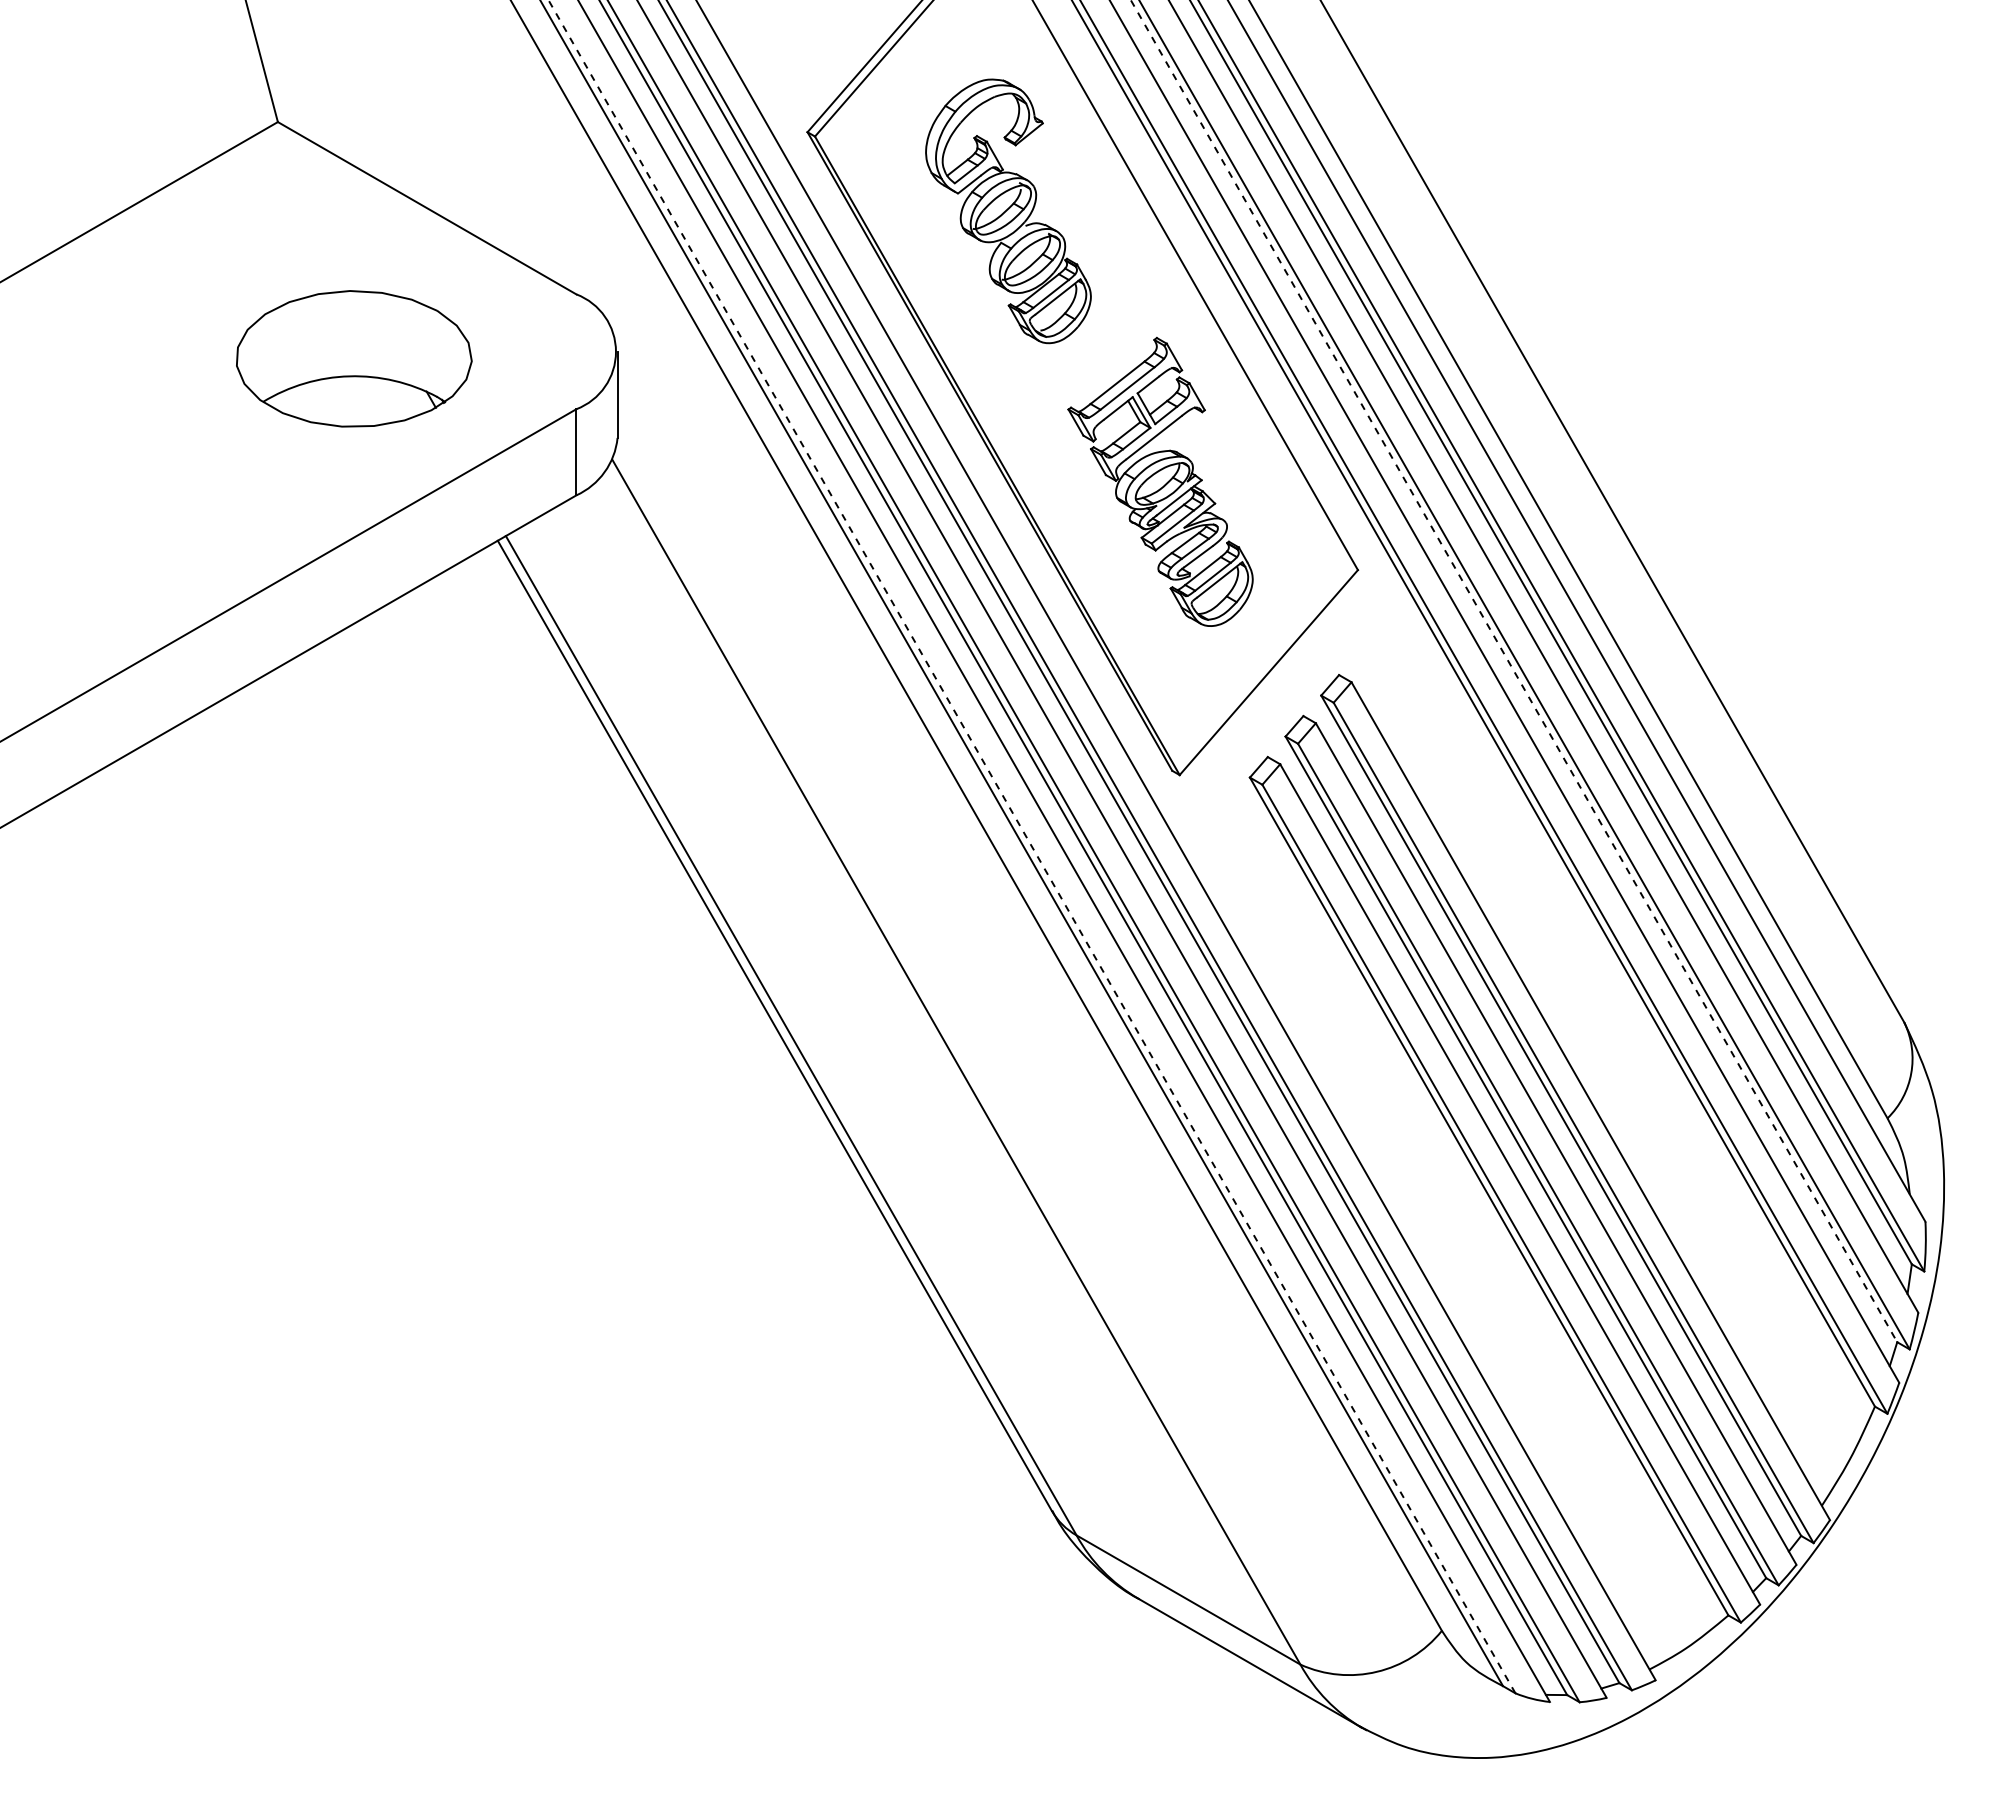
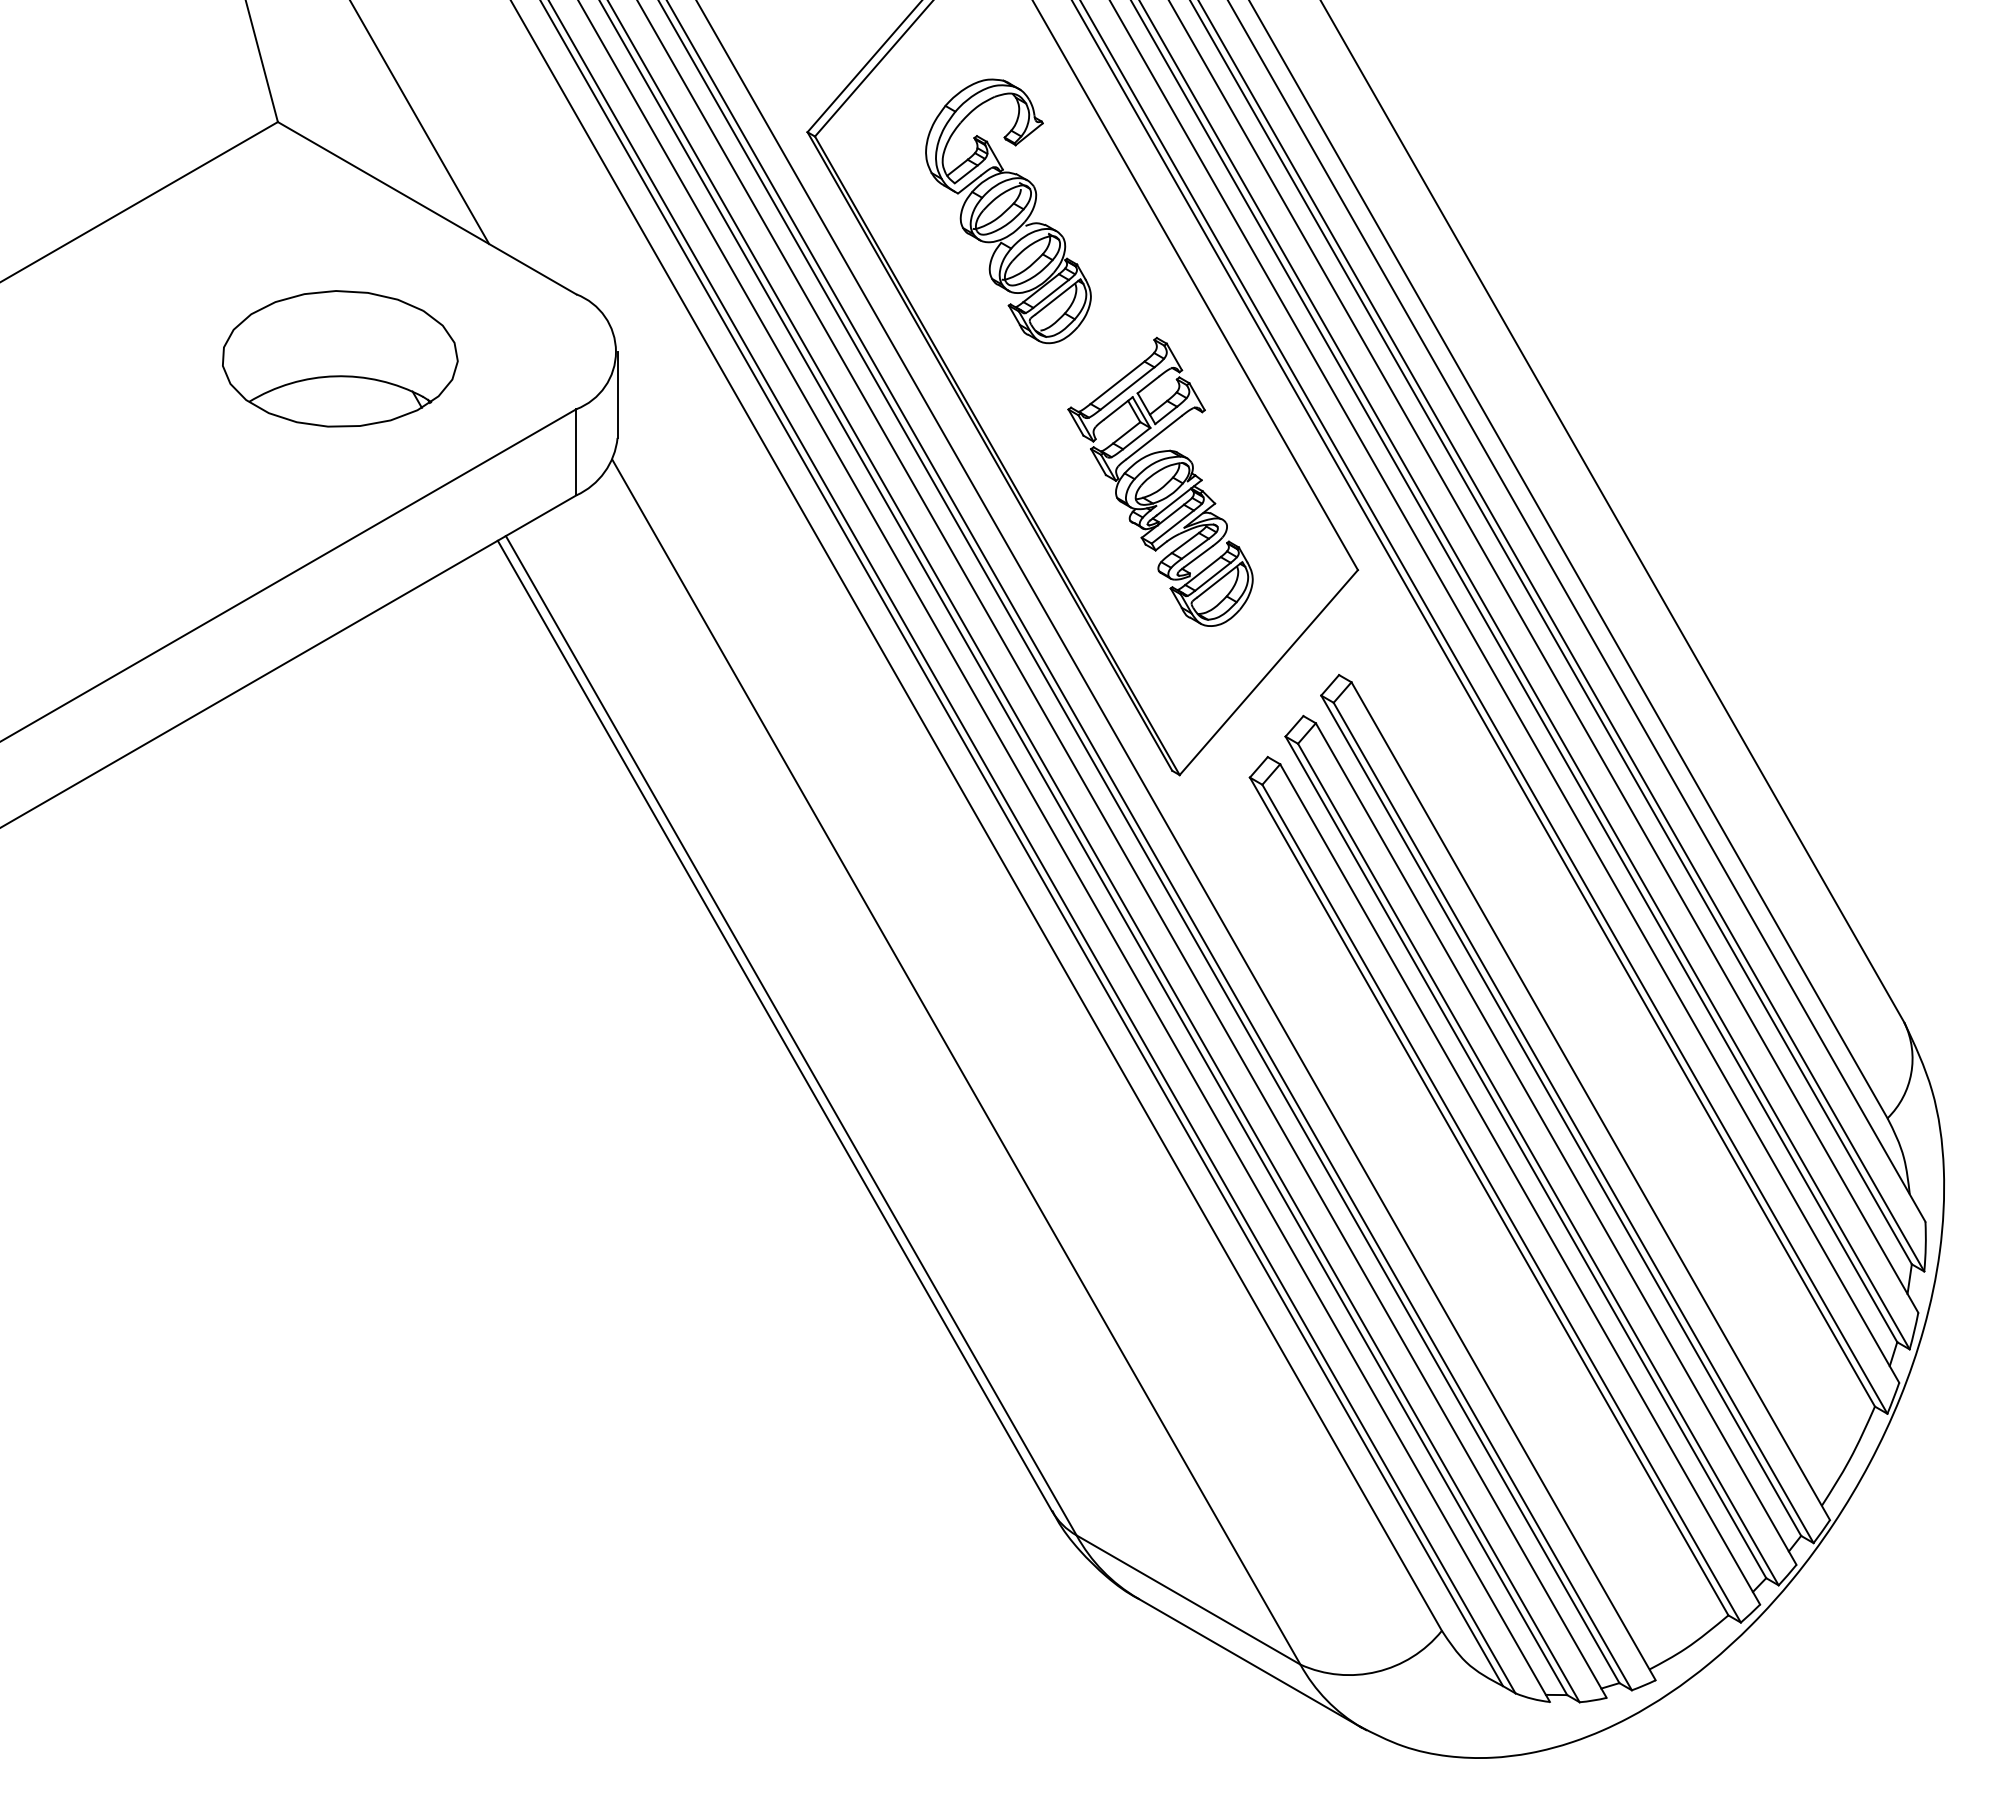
line at (419, 123): none -> present
part at (354, 358) position: (354, 358) -> (340, 358)
line at (1514, 671): dashed -> solid
line at (1032, 846): dashed -> solid
